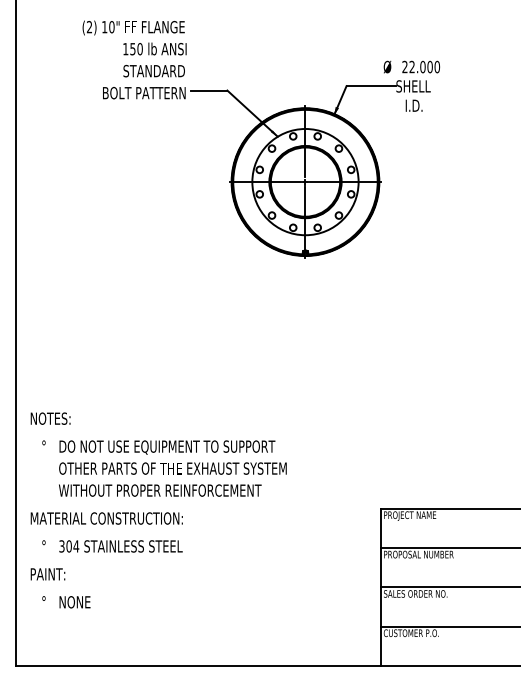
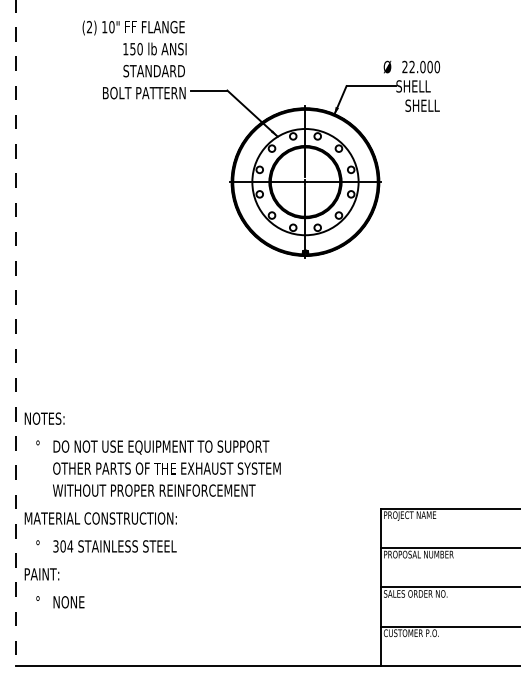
text at (422, 105): I.D. -> SHELL
line at (15, 333): solid -> dashed
text at (158, 510) position: (158, 510) -> (152, 510)
